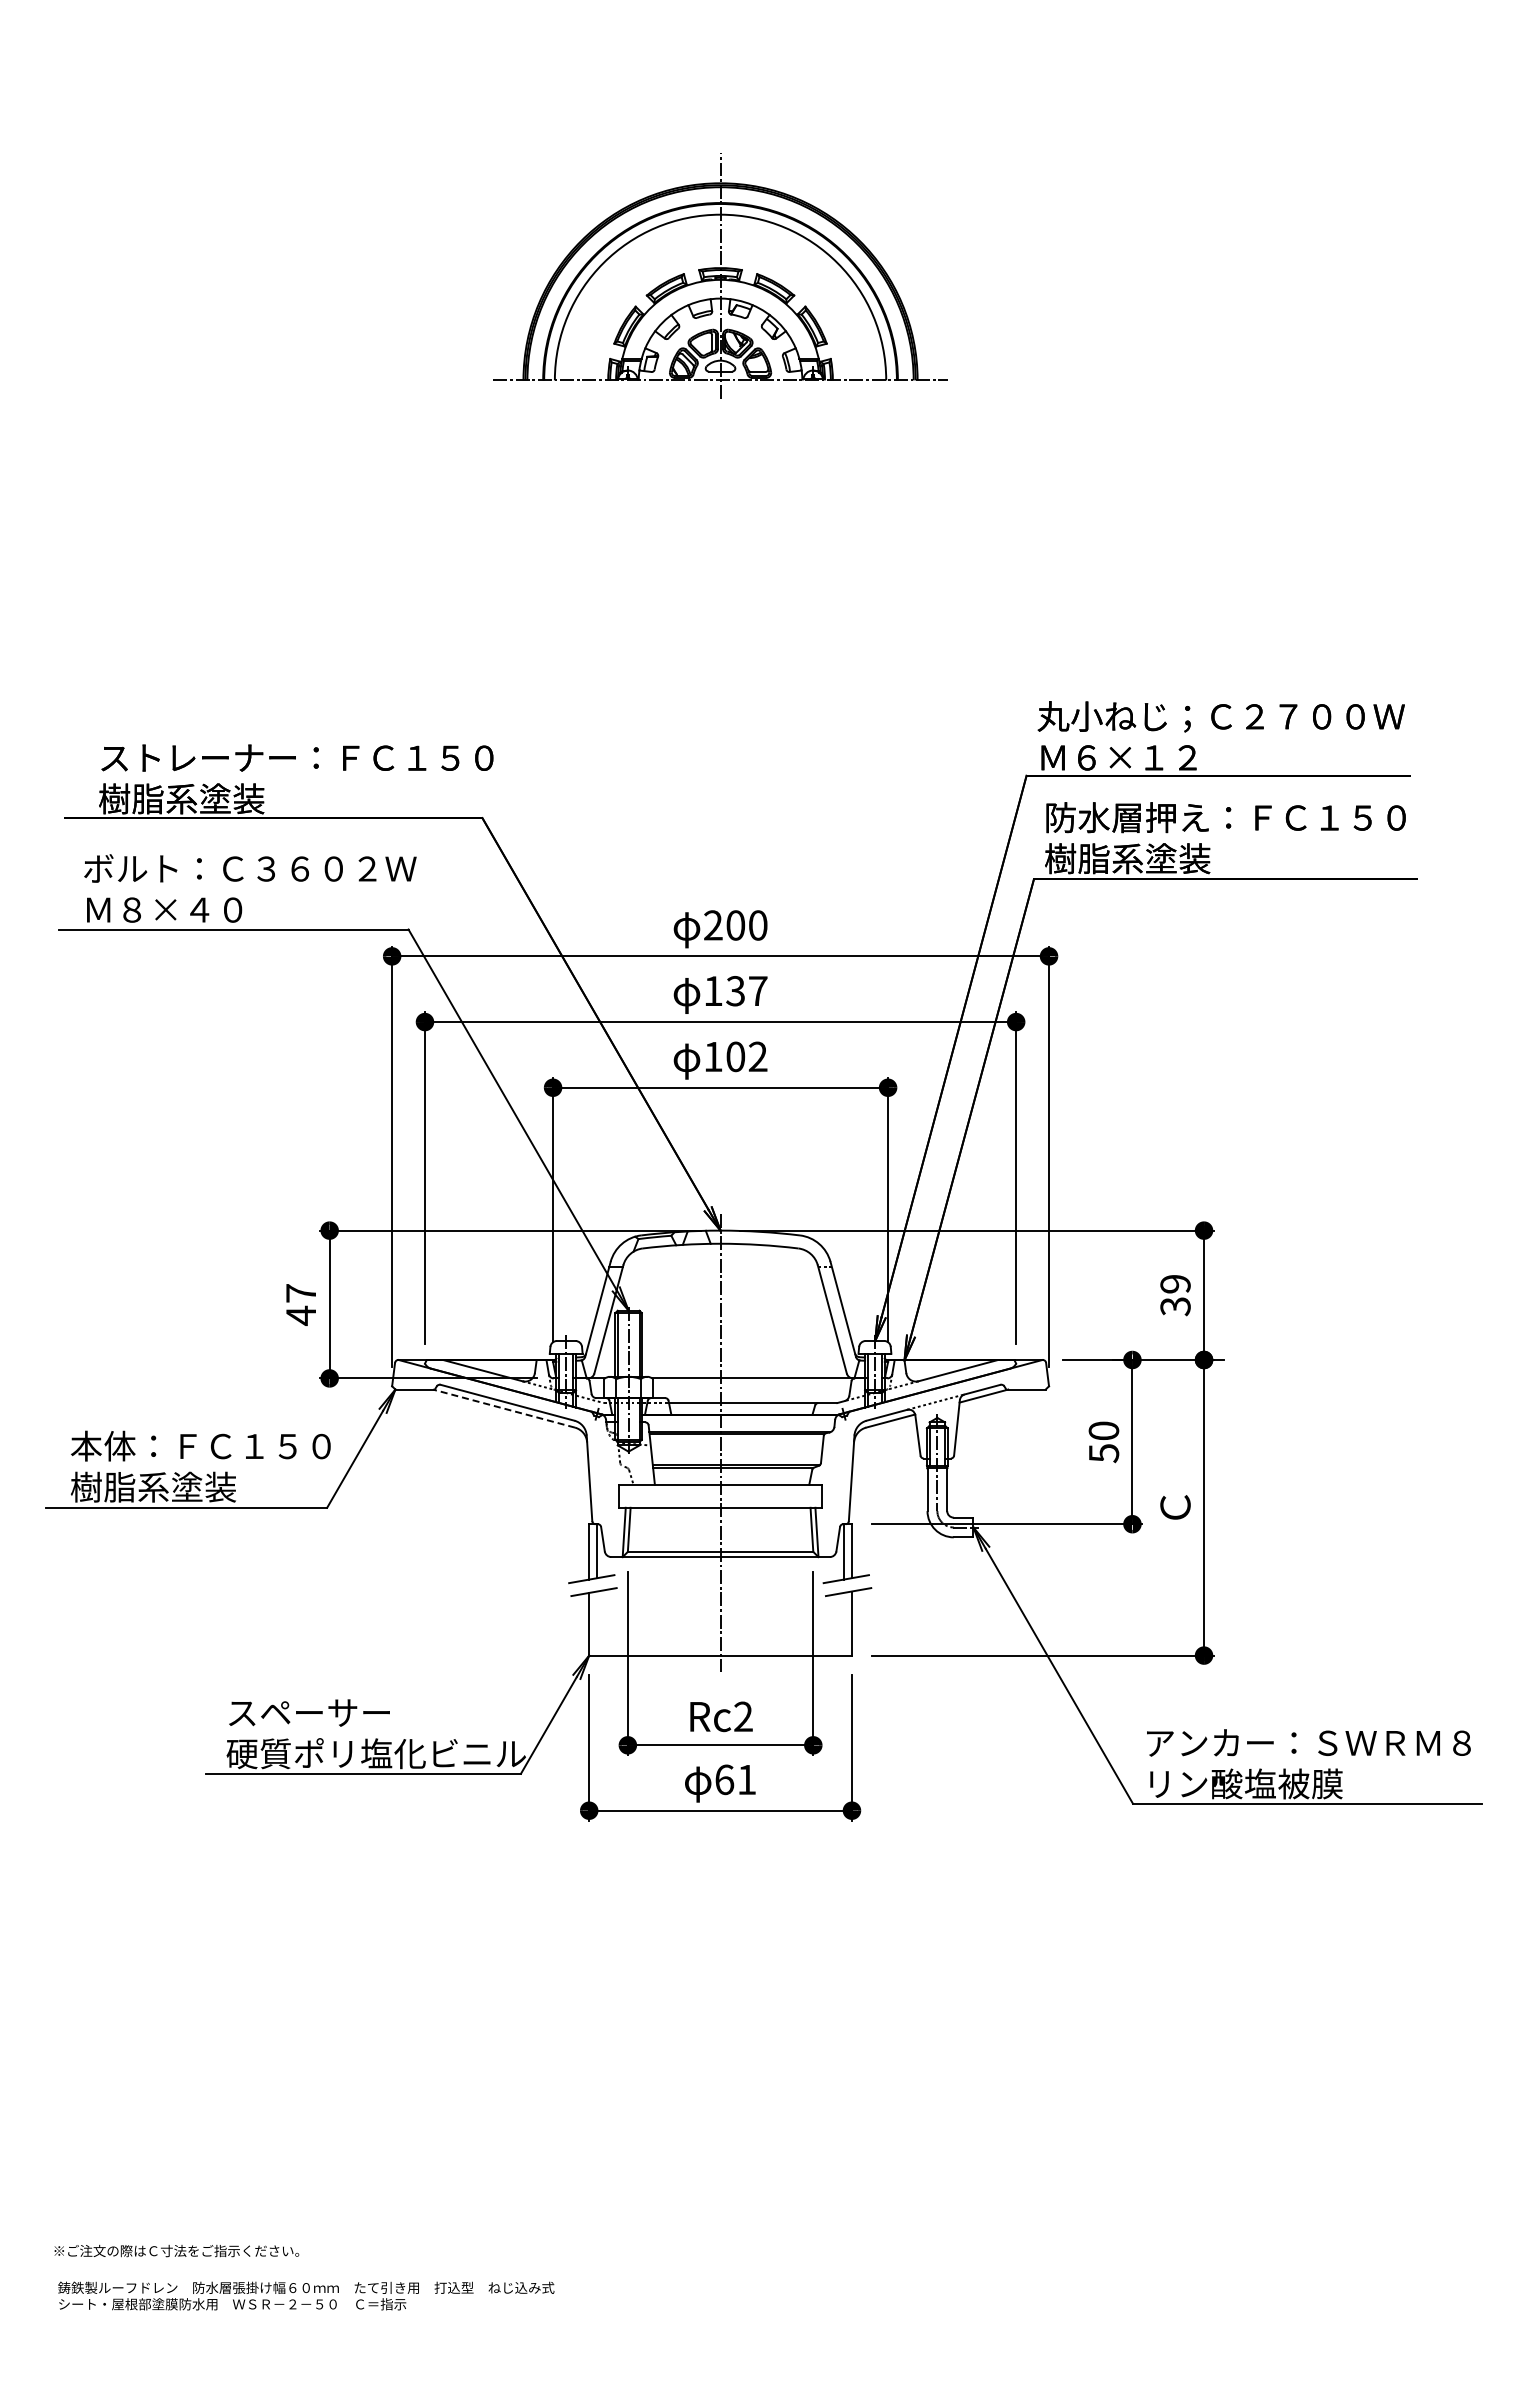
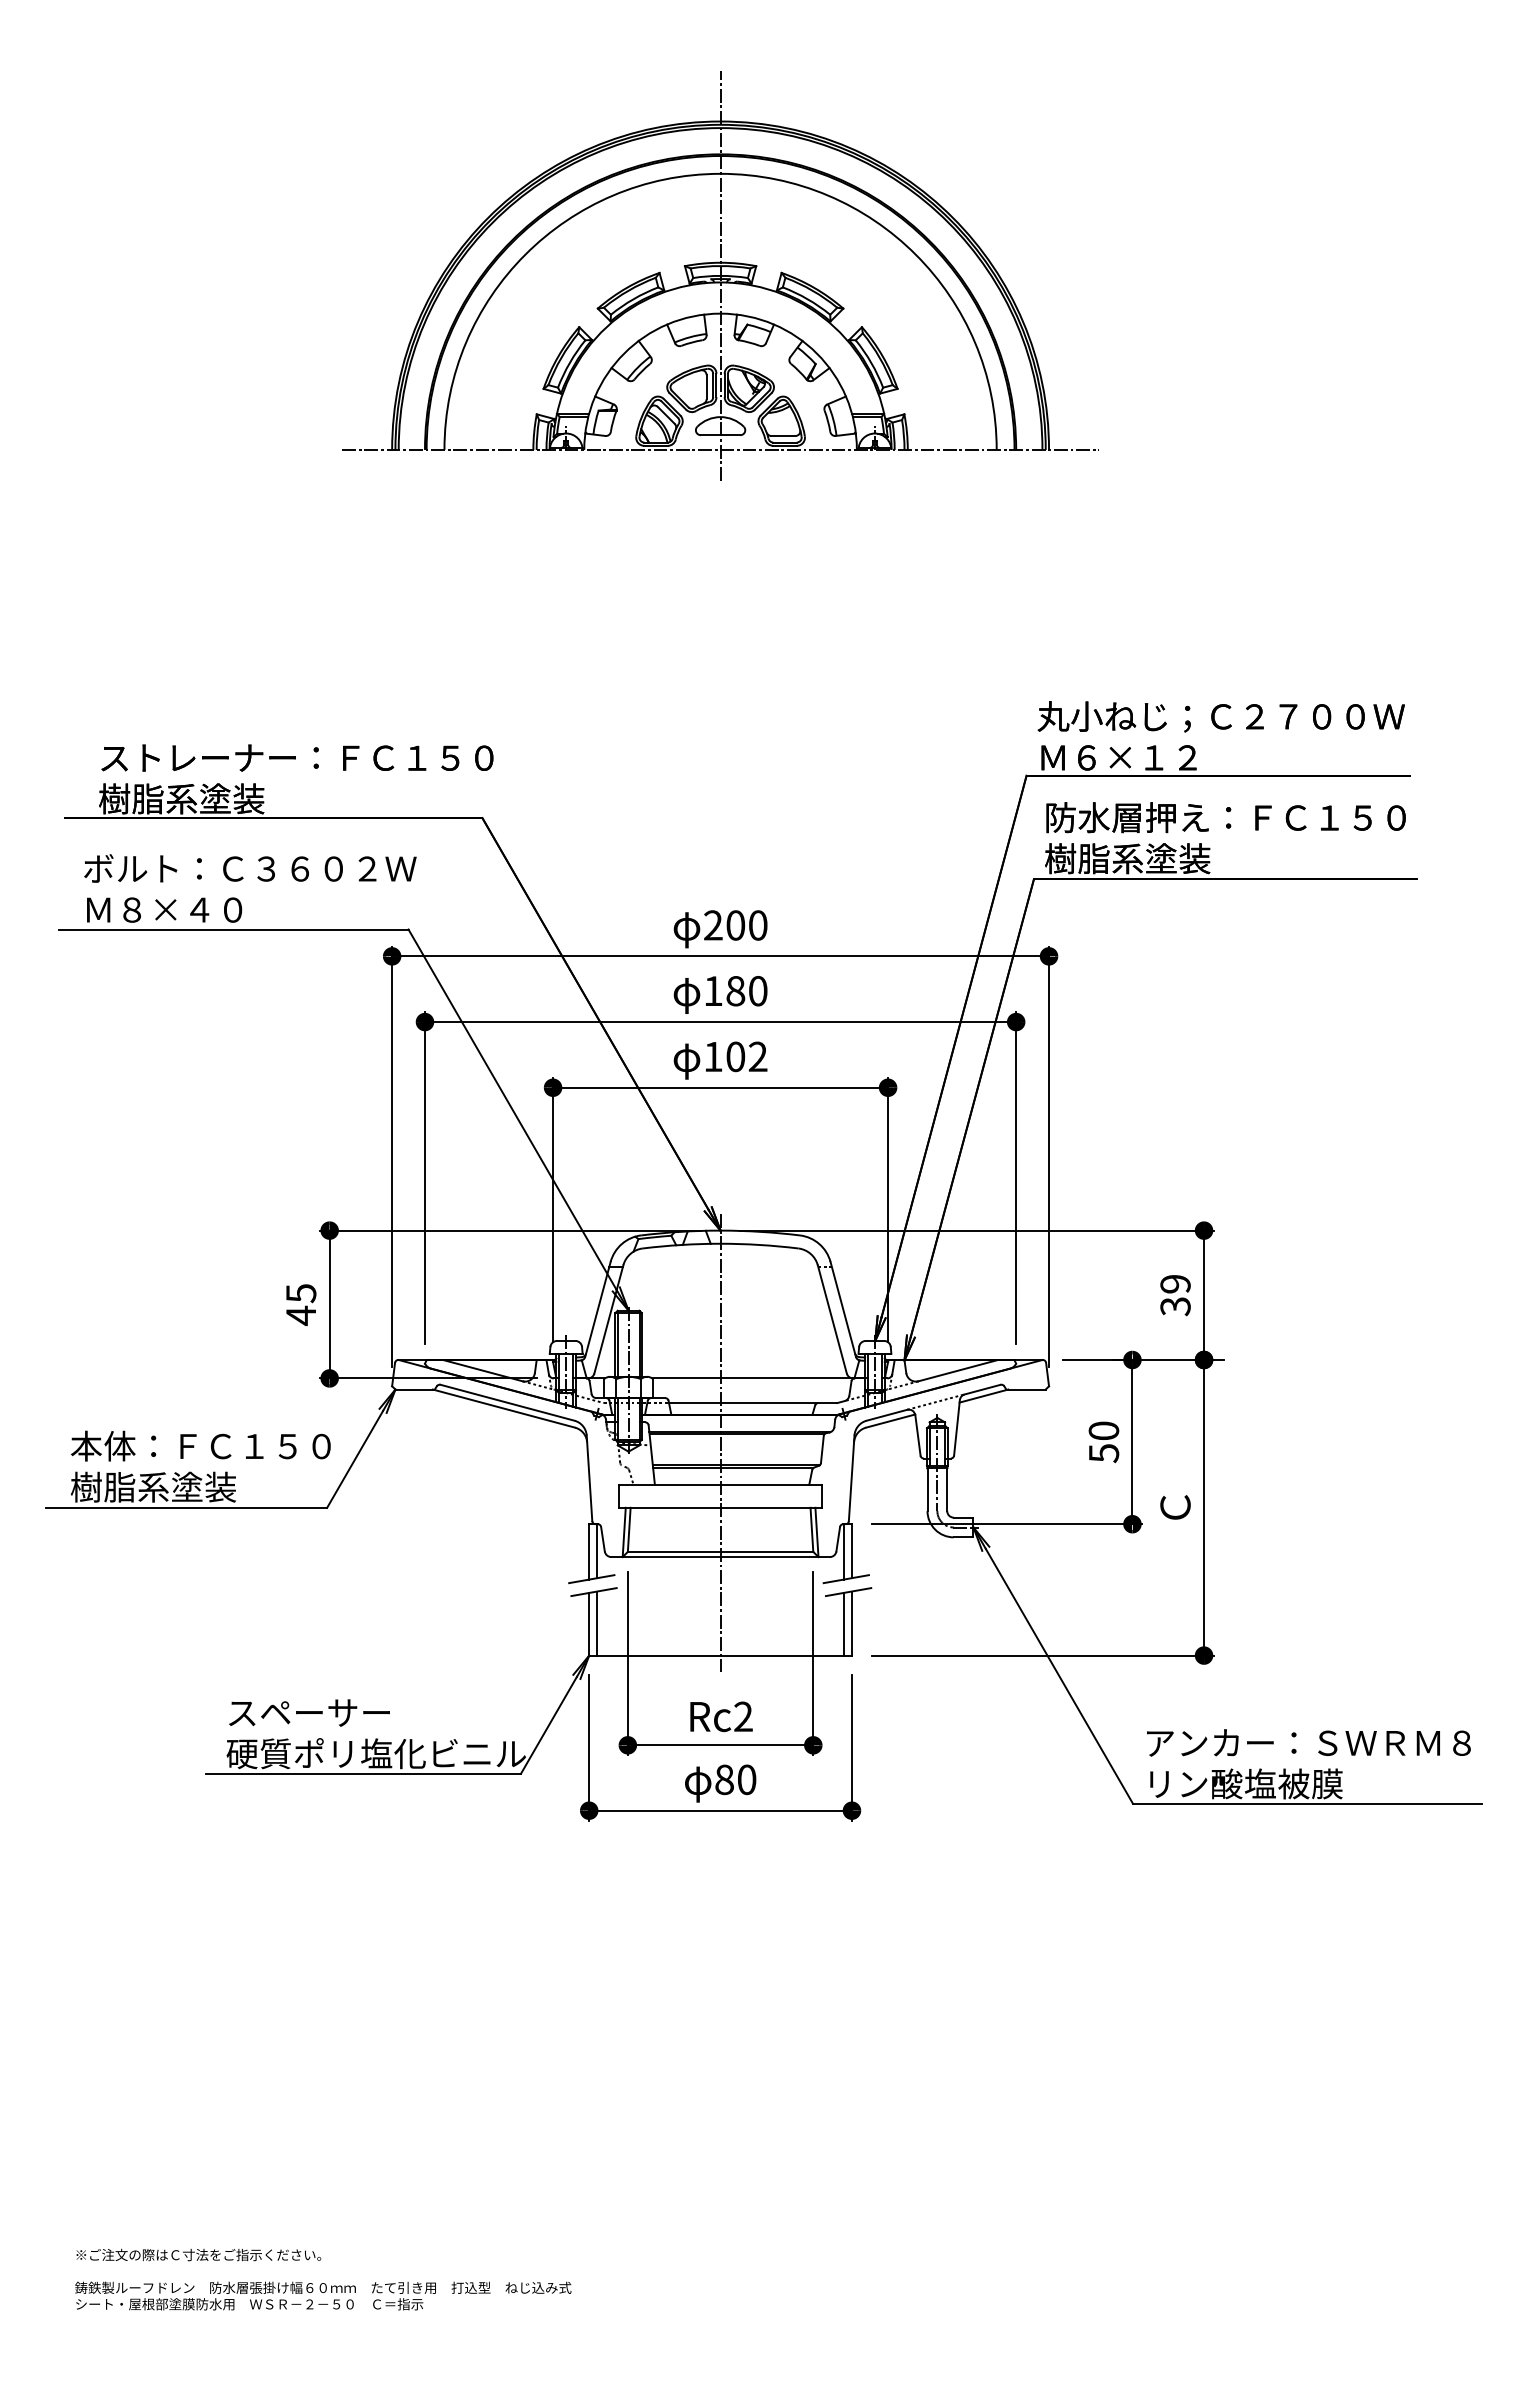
part at (720, 275) size: 455x246 px -> 757x410 px
text at (746, 991): 137 -> 180
text at (301, 1293): 47 -> 45
line at (503, 1408): dashed -> solid
line at (597, 1623): none -> present
line at (843, 1623): none -> present
text at (735, 1779): 61 -> 80
text at (176, 2250) position: (176, 2250) -> (198, 2254)
text at (306, 2295) position: (306, 2295) -> (323, 2295)
